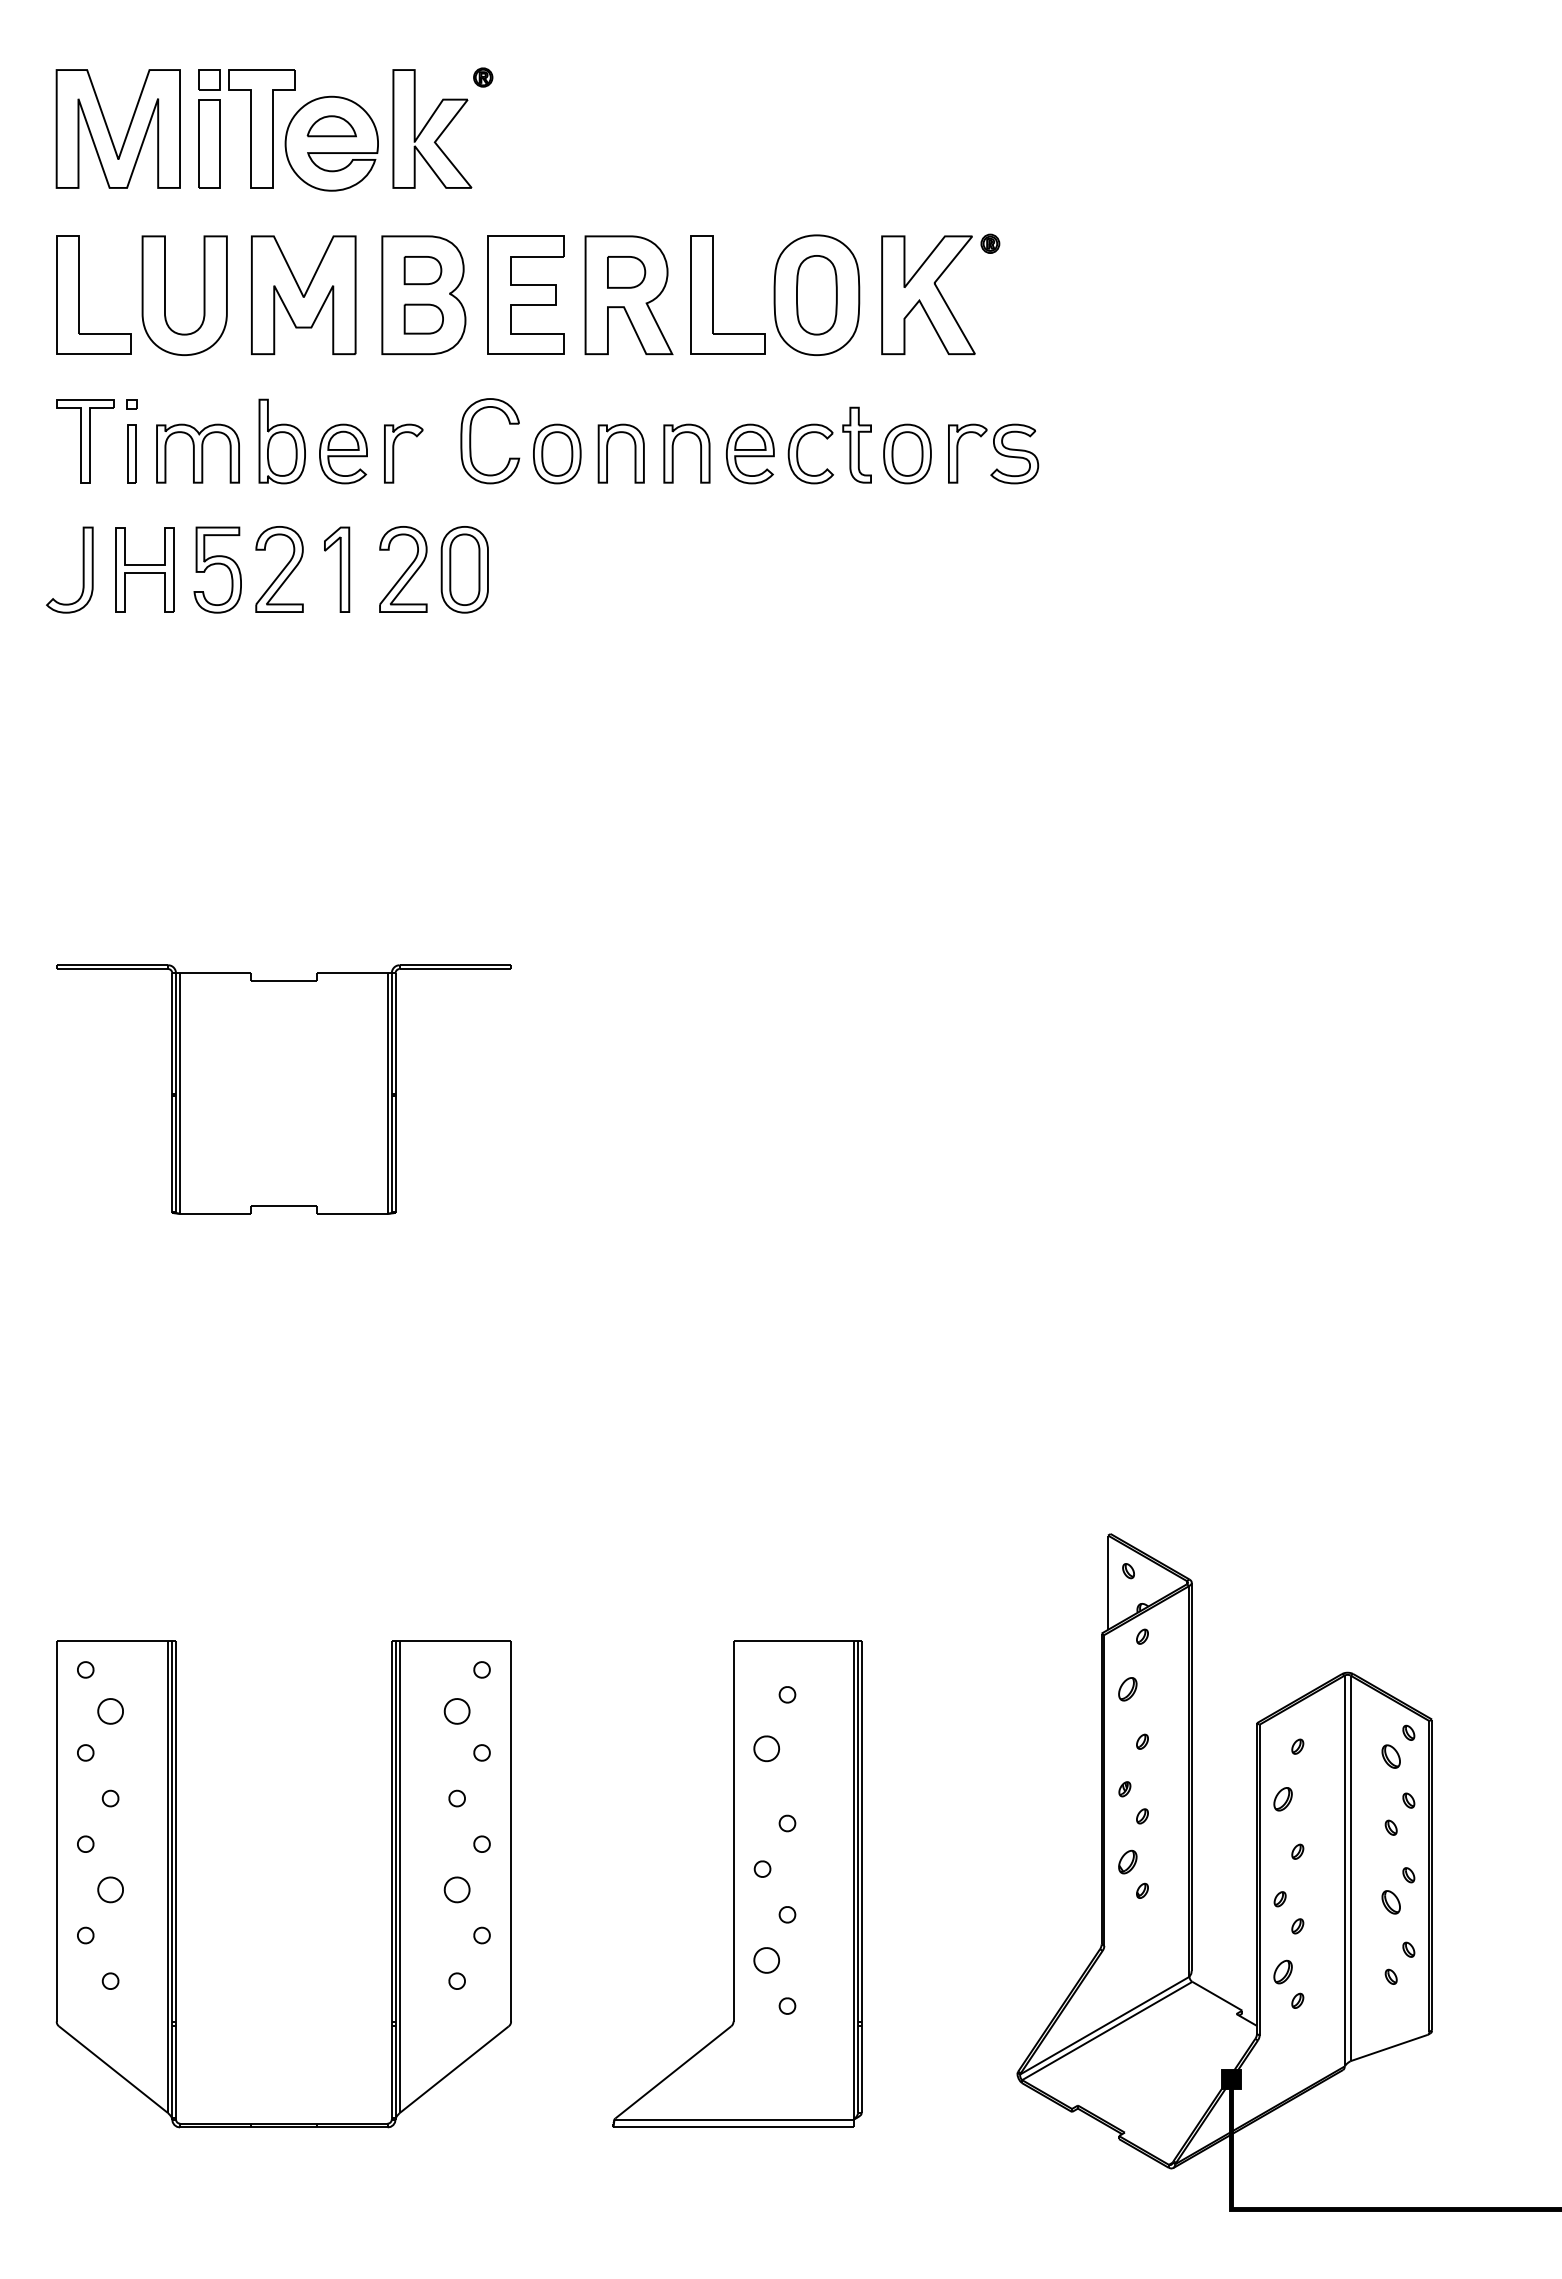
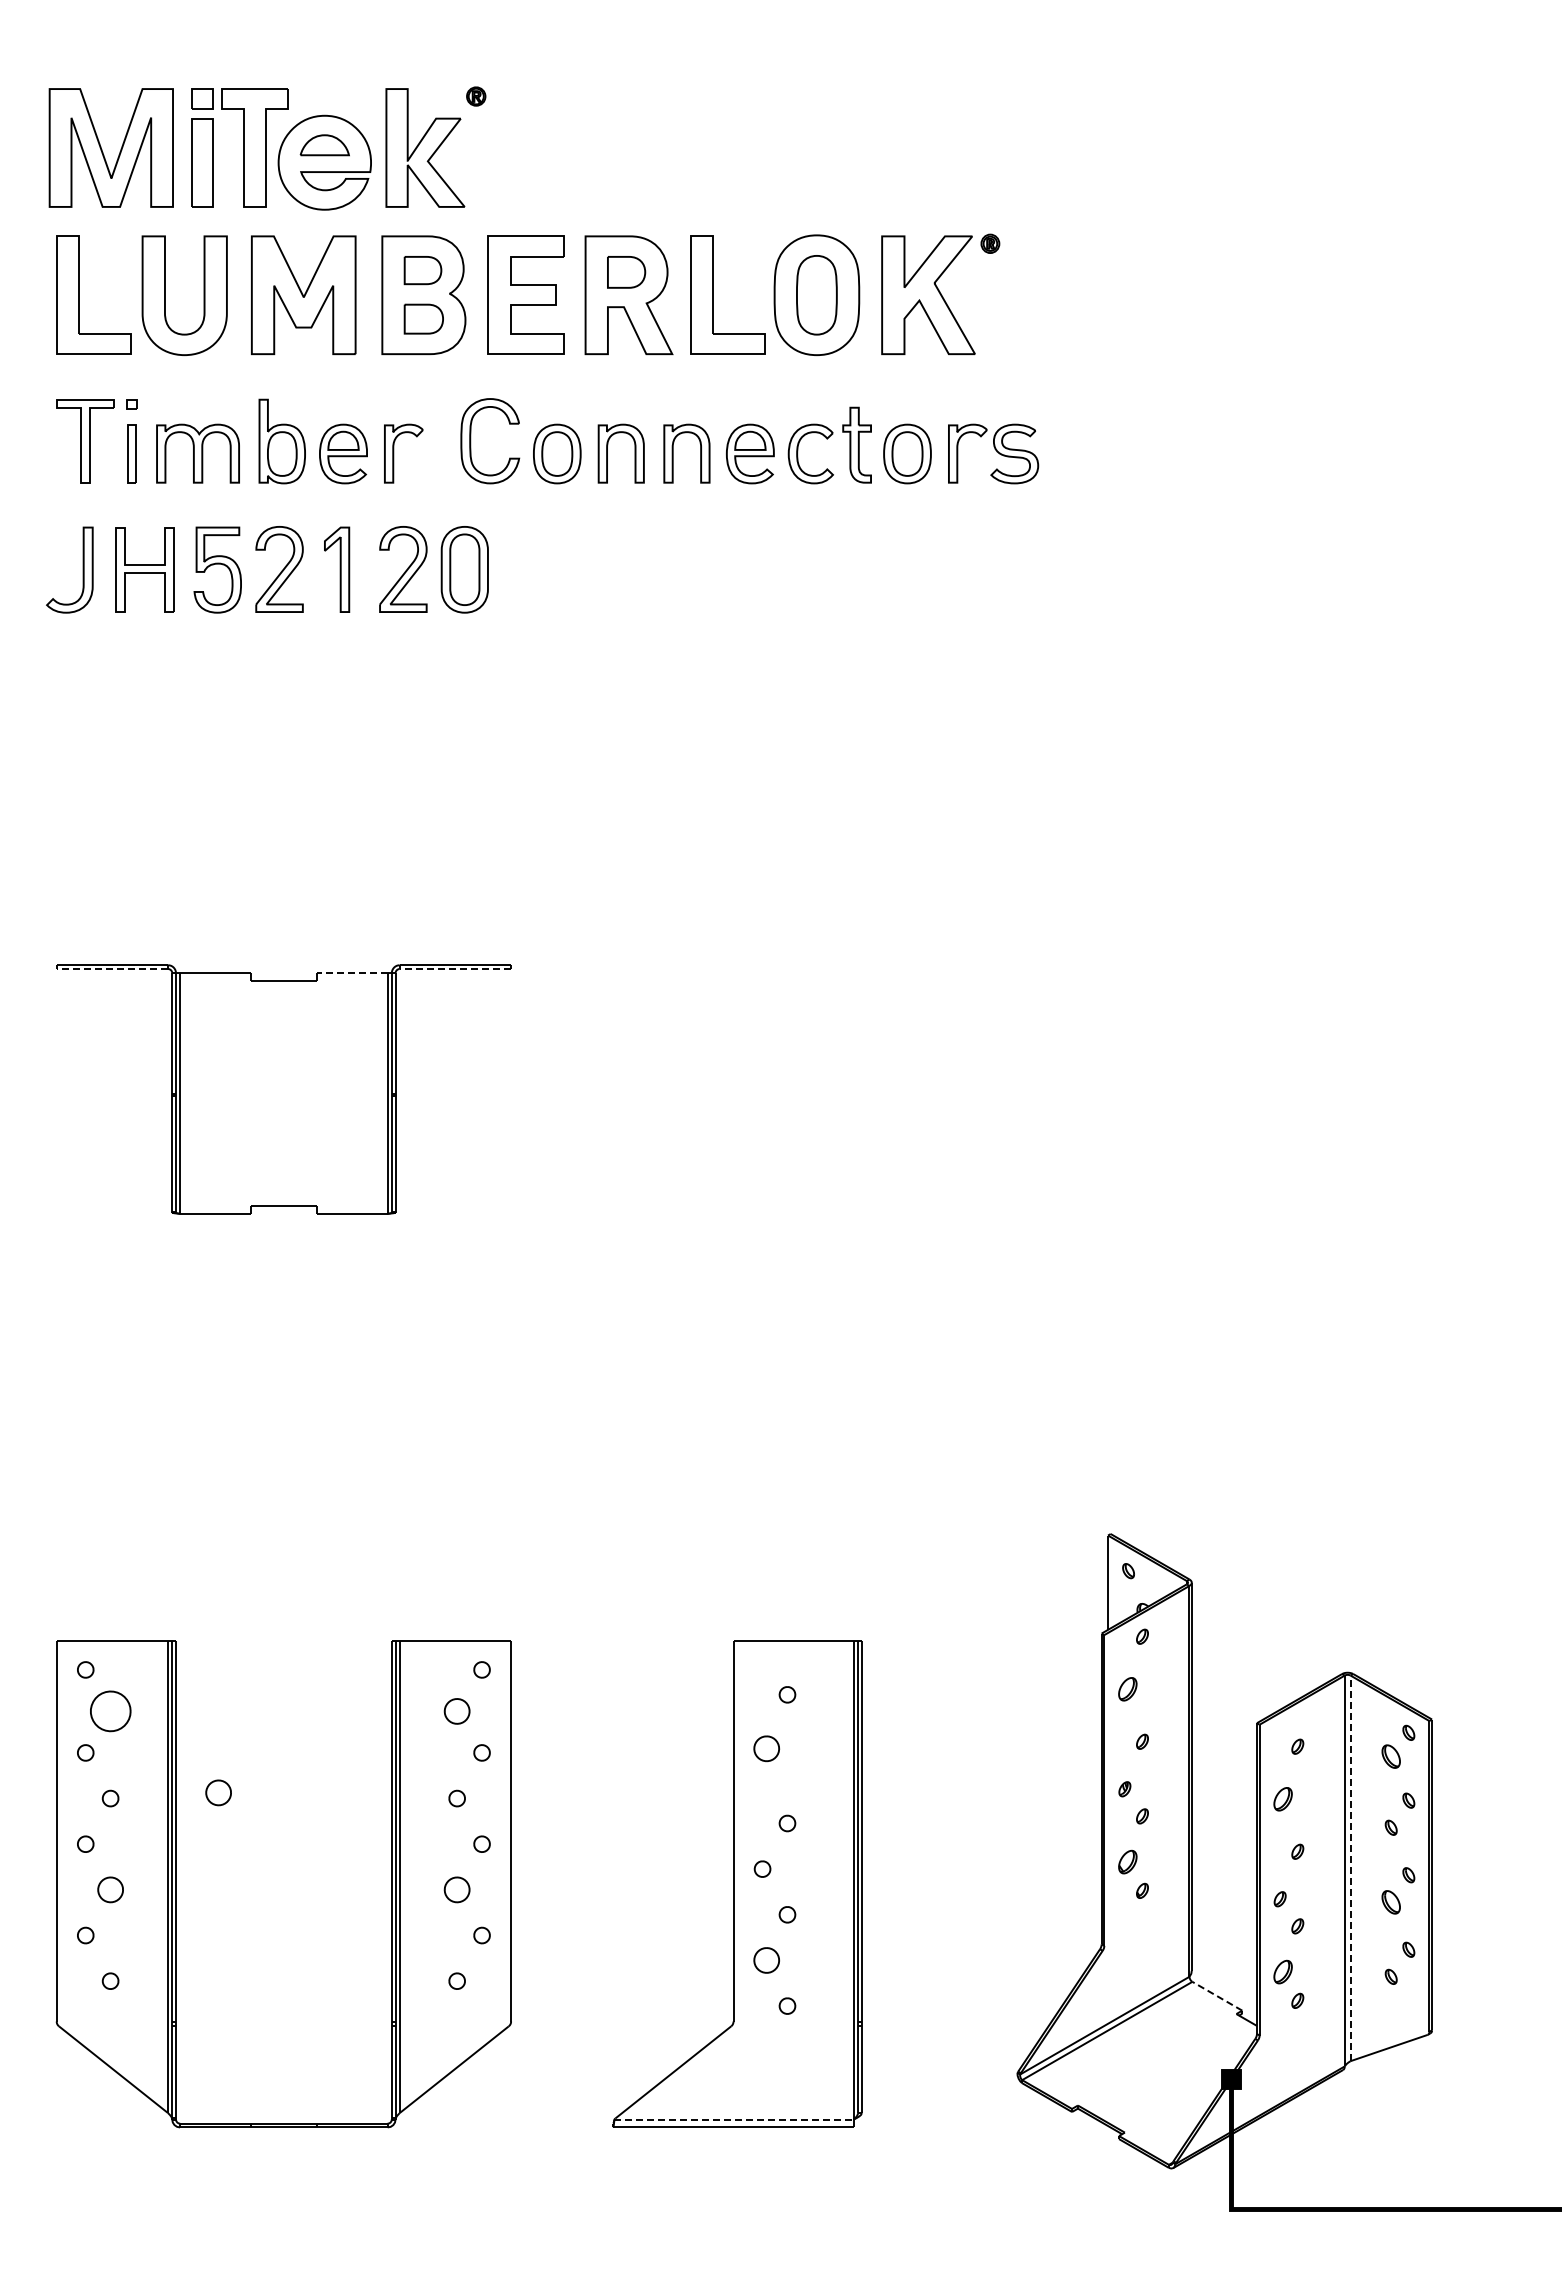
part at (274, 129) position: (274, 129) -> (267, 148)
line at (112, 969): solid -> dashed
line at (455, 969): solid -> dashed
line at (351, 973): solid -> dashed
part at (110, 1711) size: 27x27 px -> 42x43 px
part at (218, 1792): none -> present
line at (1350, 1868): solid -> dashed
line at (1217, 1996): solid -> dashed
line at (734, 2119): solid -> dashed
